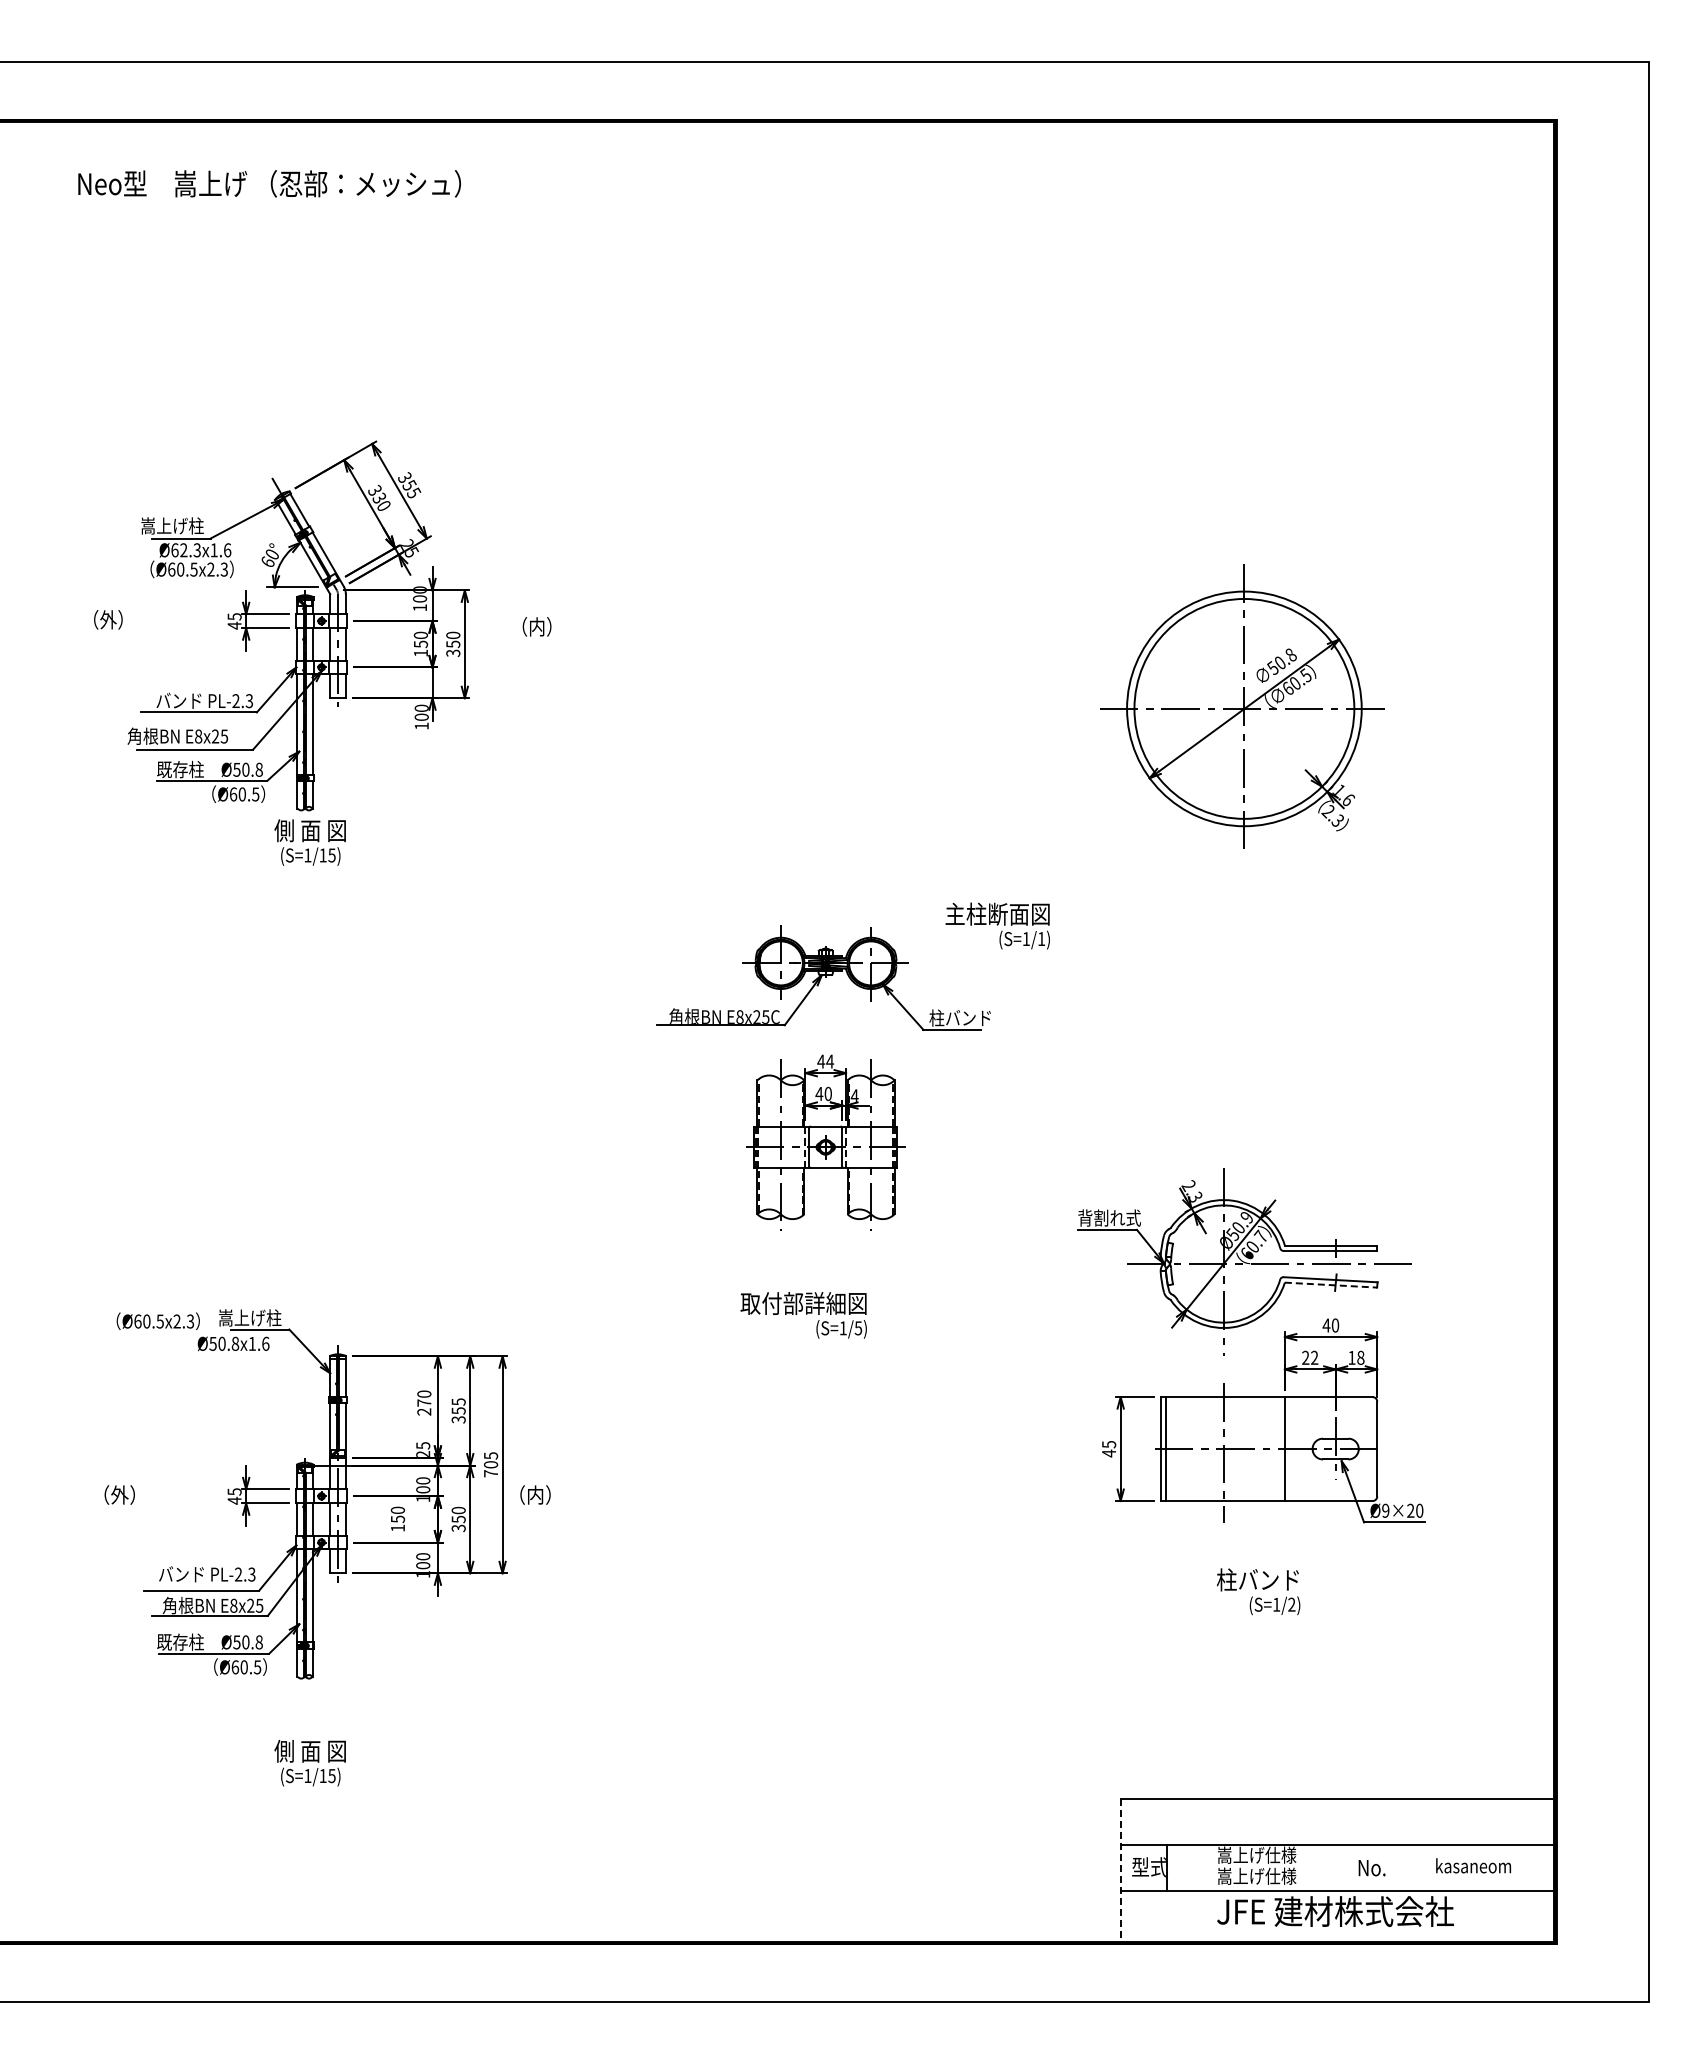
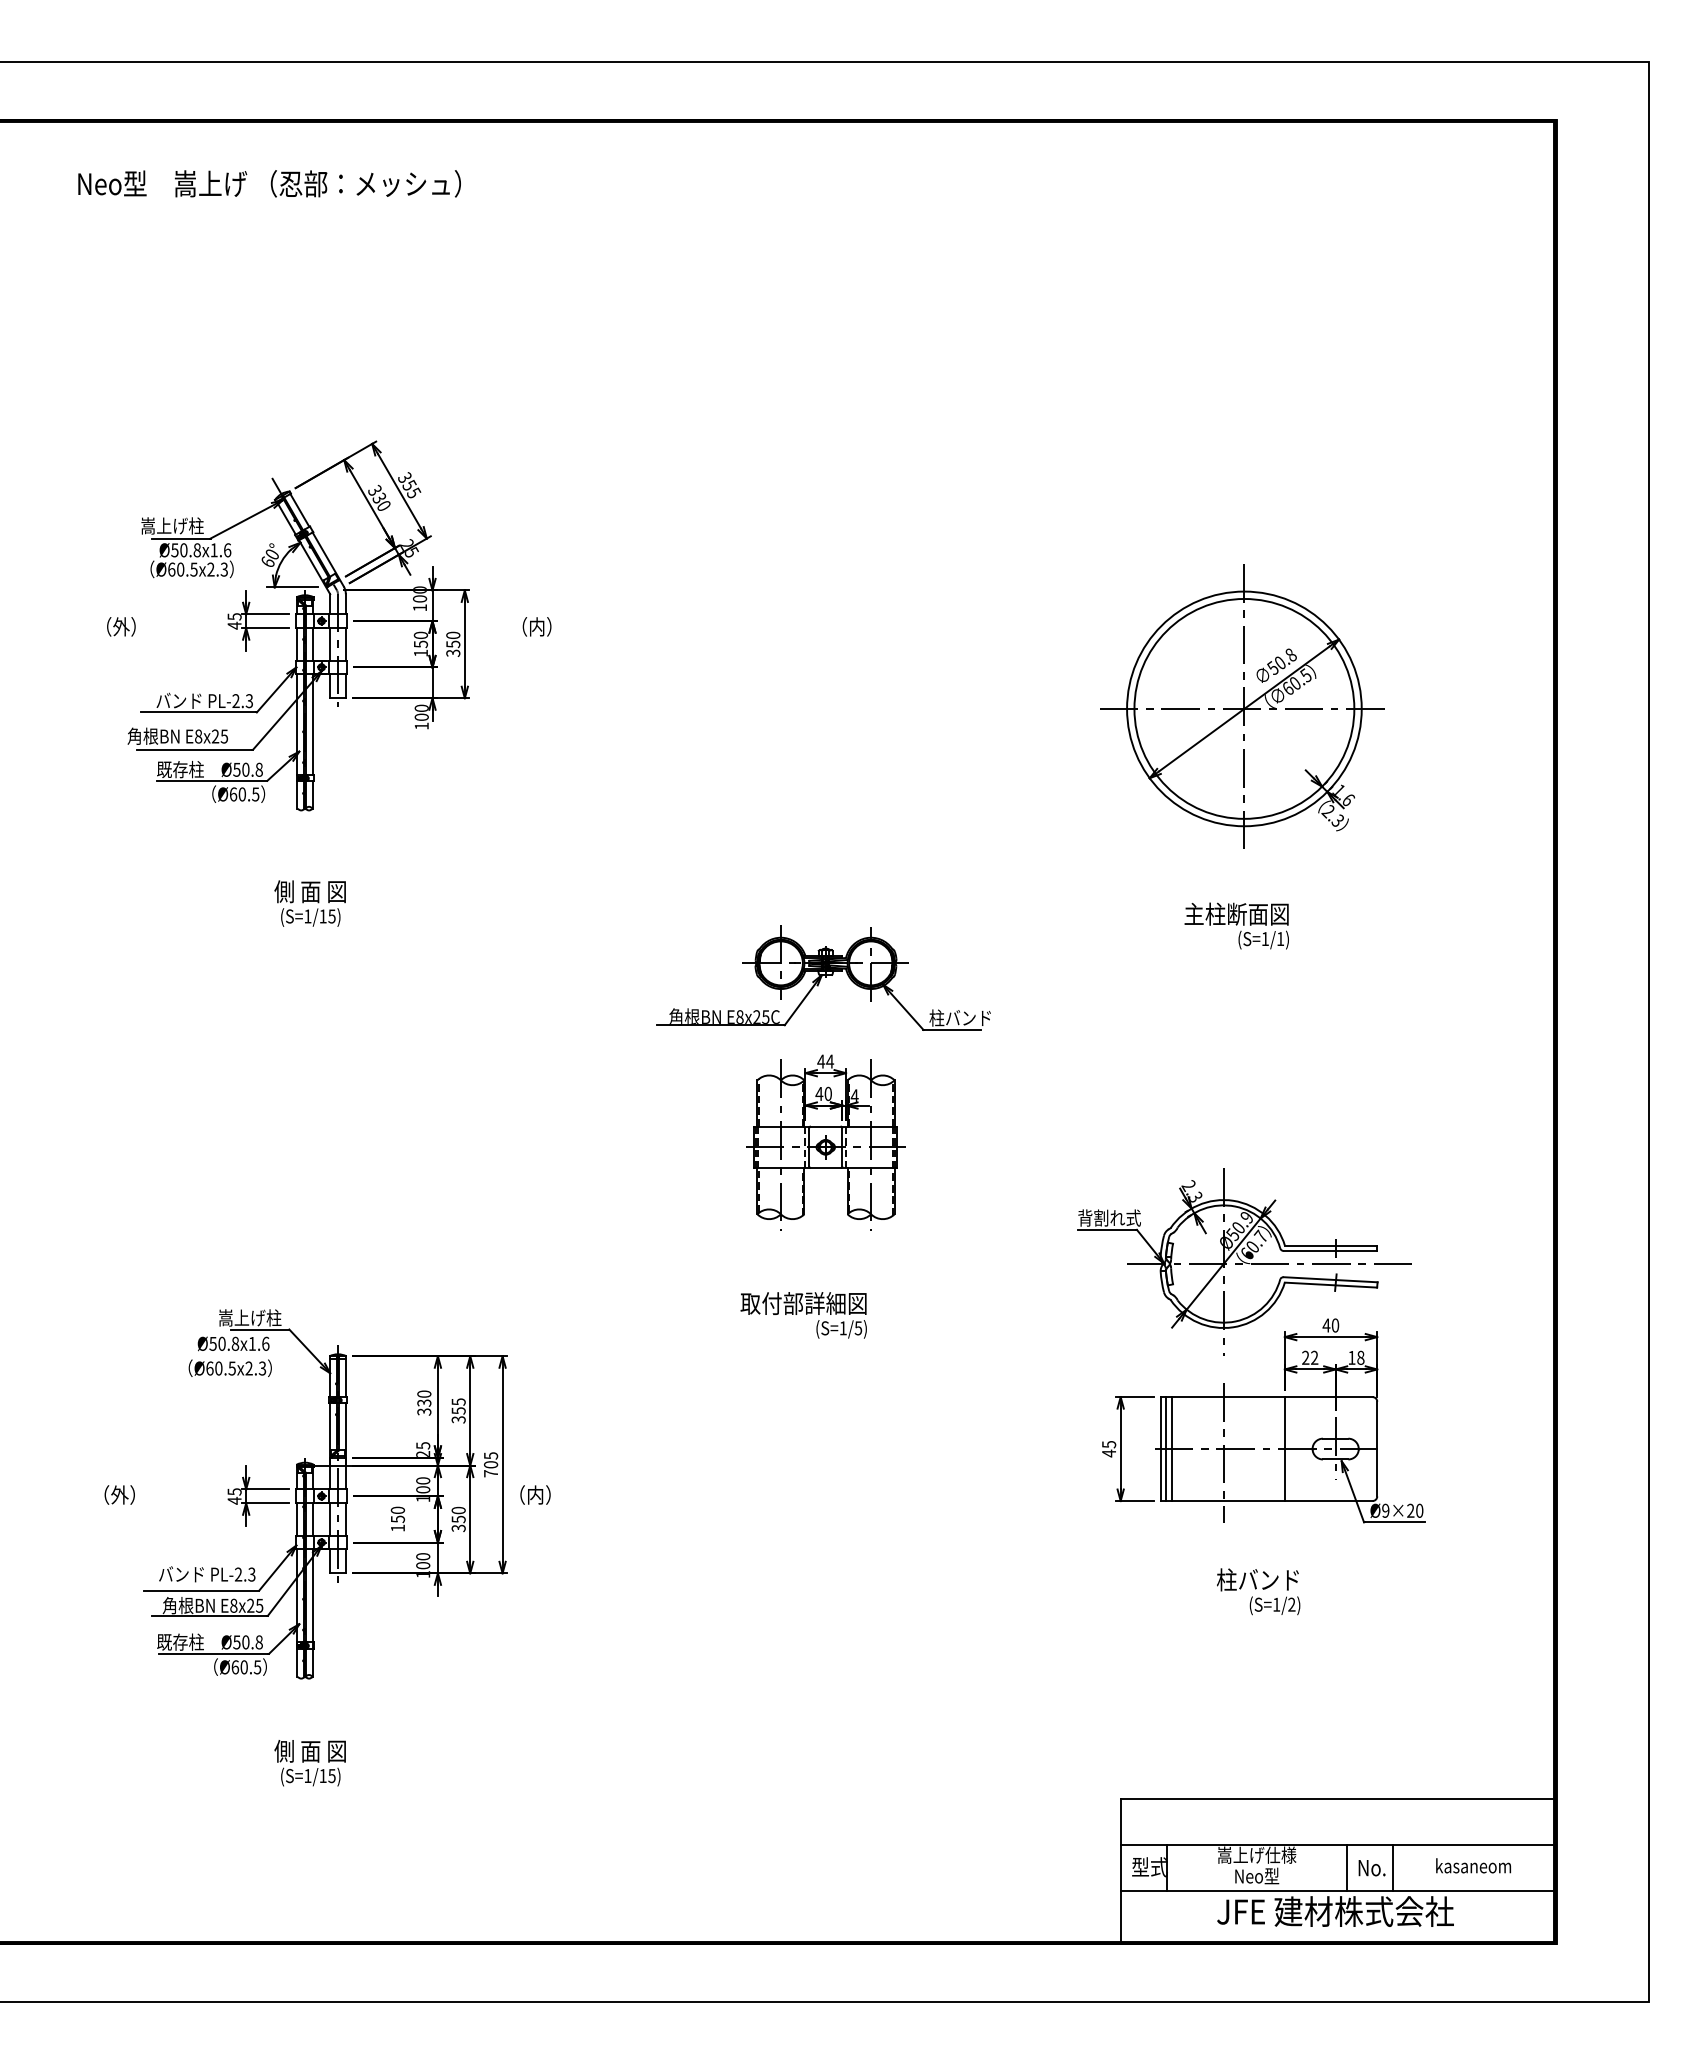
text at (185, 550): Ø62.3x1.6 -> Ø50.8x1.6
text at (108, 619) position: (108, 619) -> (121, 626)
text at (309, 842) position: (309, 842) -> (309, 903)
text at (997, 925) position: (997, 925) -> (1236, 925)
line at (1331, 1285): dashed -> solid
text at (157, 1320) position: (157, 1320) -> (229, 1367)
text at (424, 1407): 270 -> 330
line at (1171, 1449): none -> present
line at (1346, 1868): none -> present
line at (1392, 1868): none -> present
line at (1120, 1870): dashed -> solid
text at (1257, 1875): 嵩上げ仕様 -> Neo型
